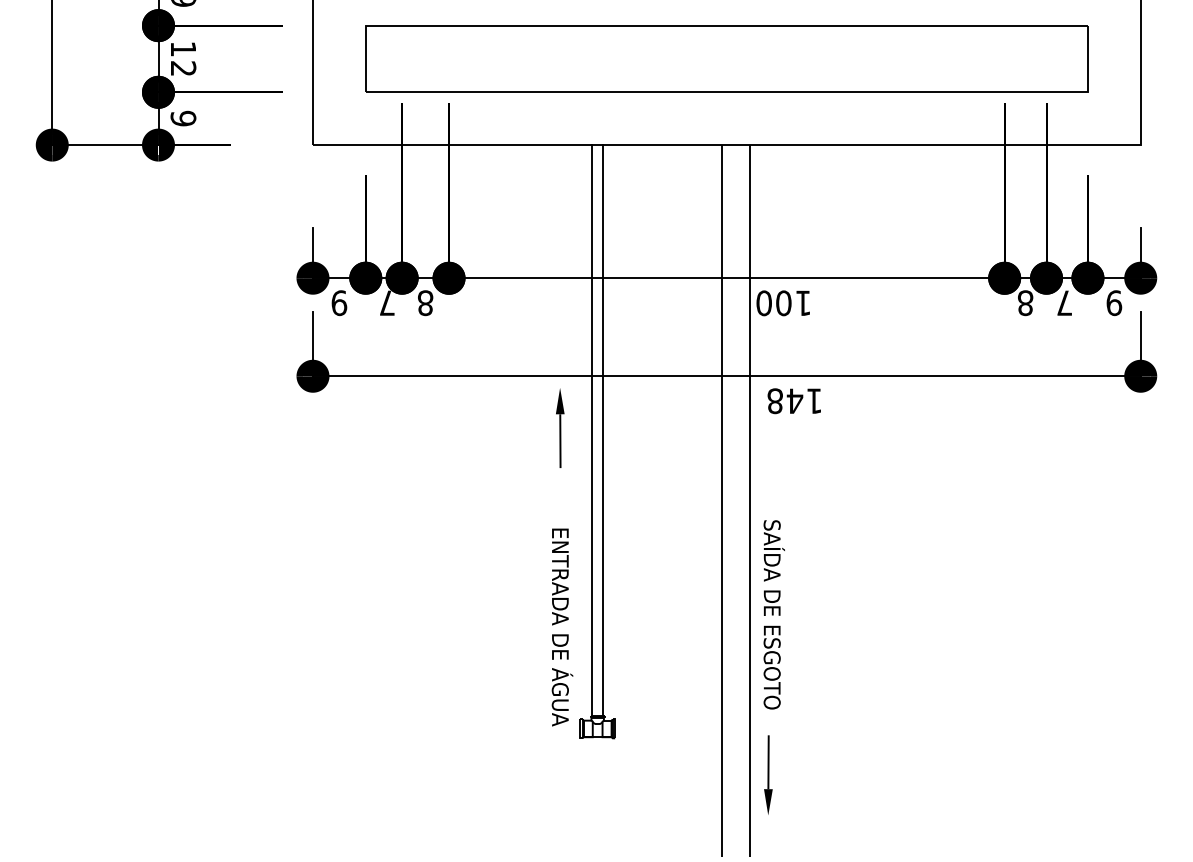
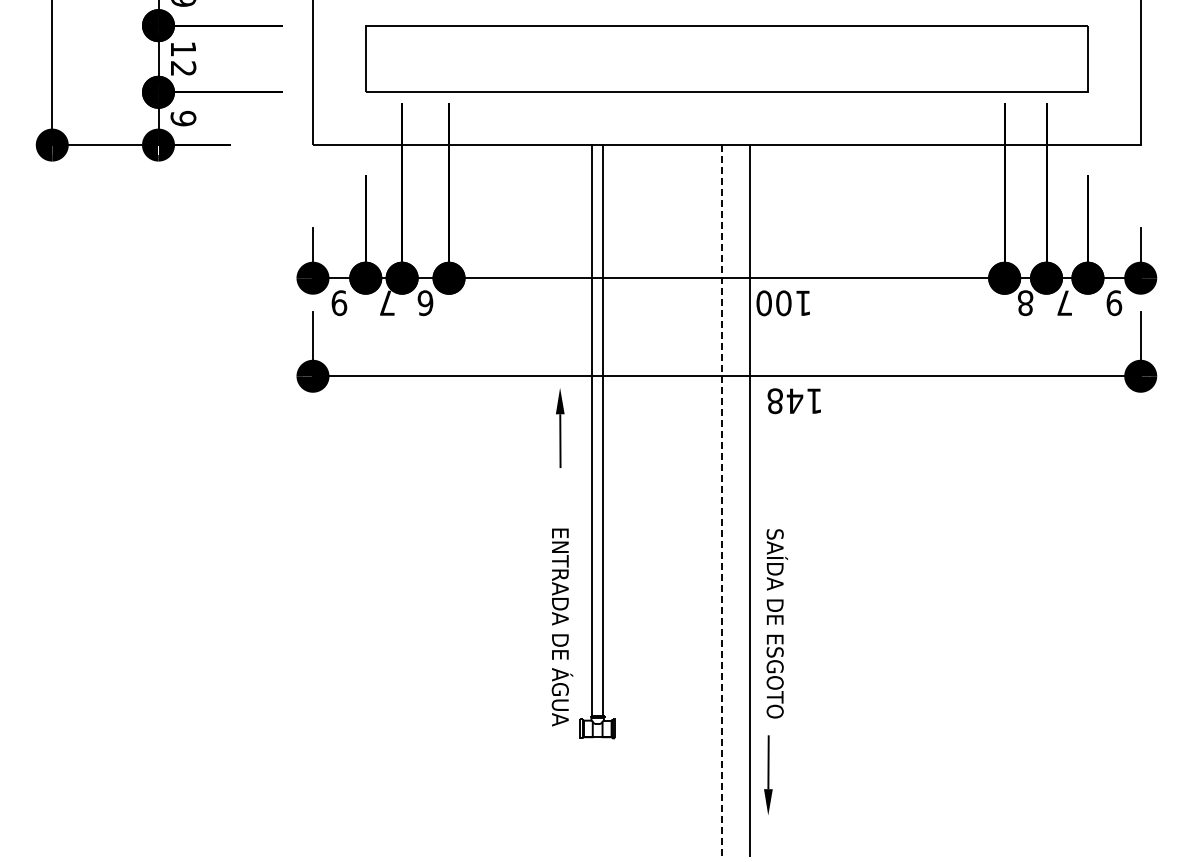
text at (425, 303): 8 -> 6
line at (721, 501): solid -> dashed
text at (773, 614) position: (773, 614) -> (776, 623)
